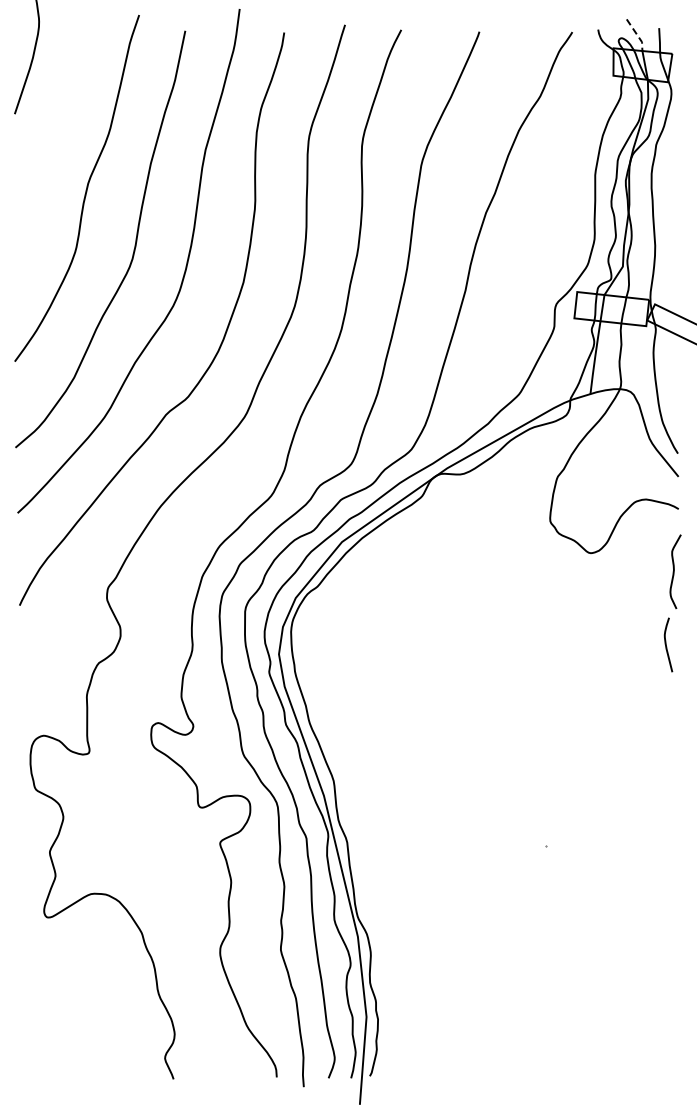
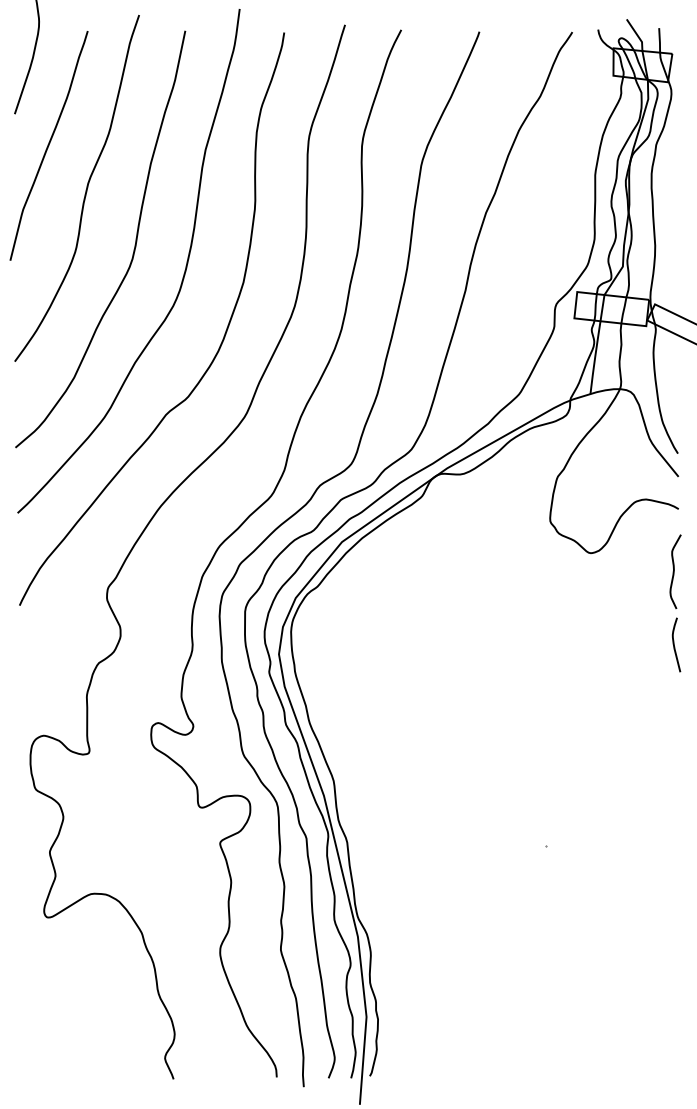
line at (637, 34): dashed -> solid
curve at (48, 145): none -> present
curve at (666, 644) position: (666, 644) -> (674, 644)
